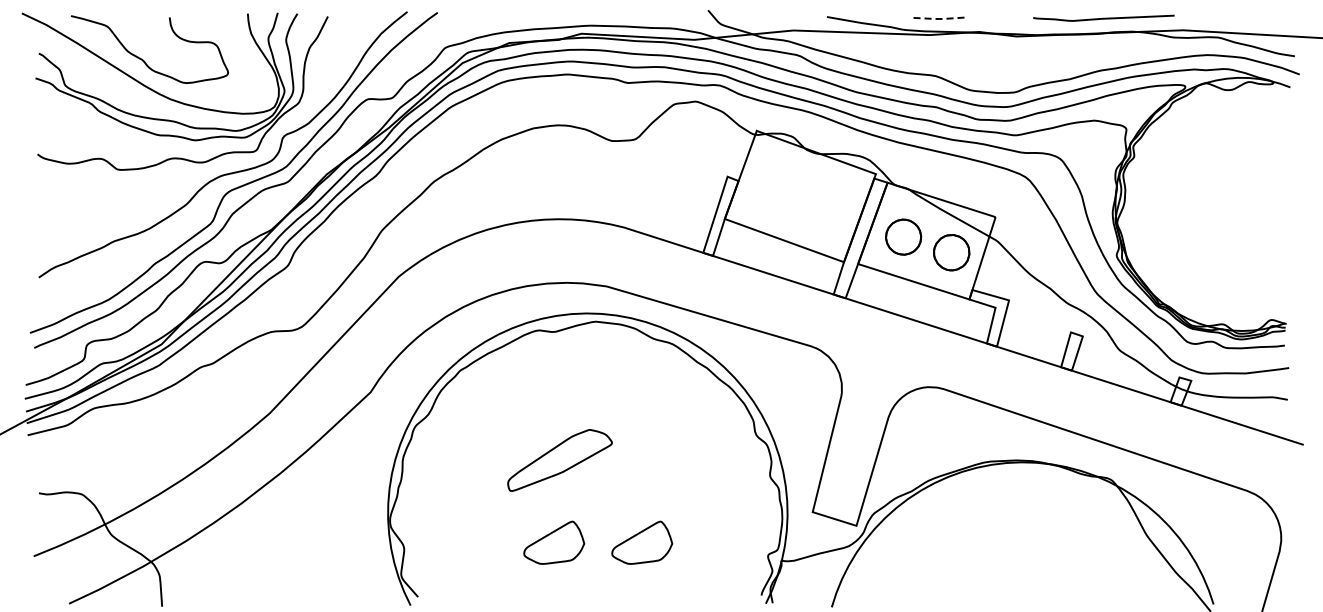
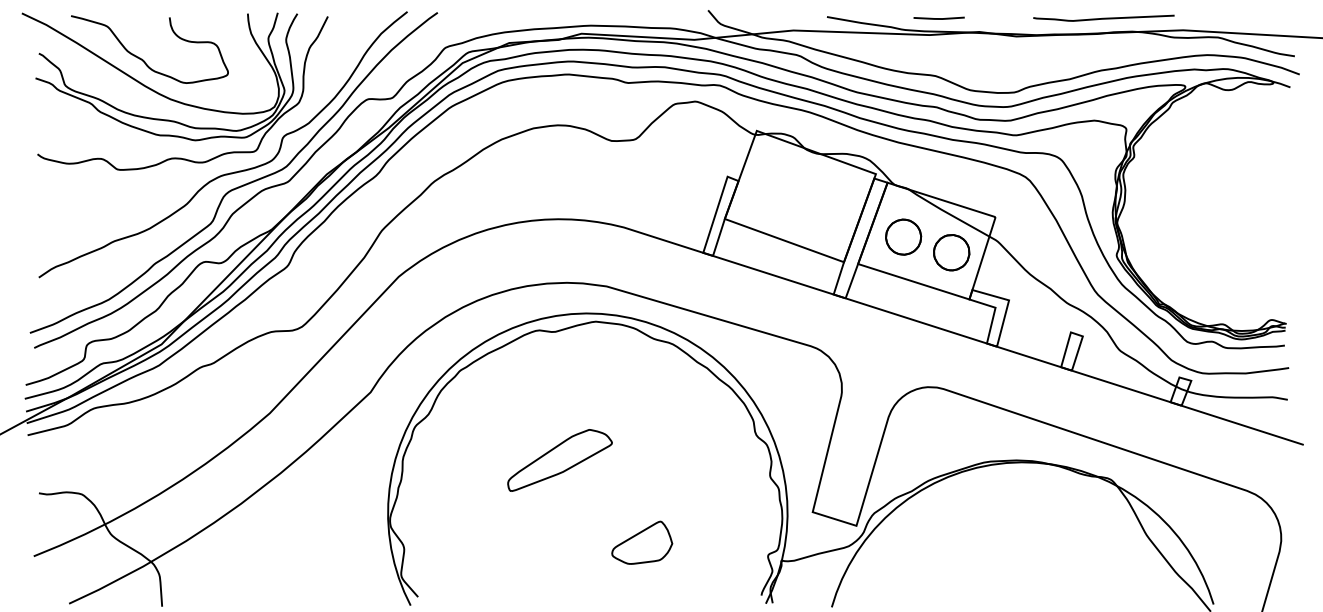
line at (939, 19): dashed -> solid
part at (554, 542): present -> none
